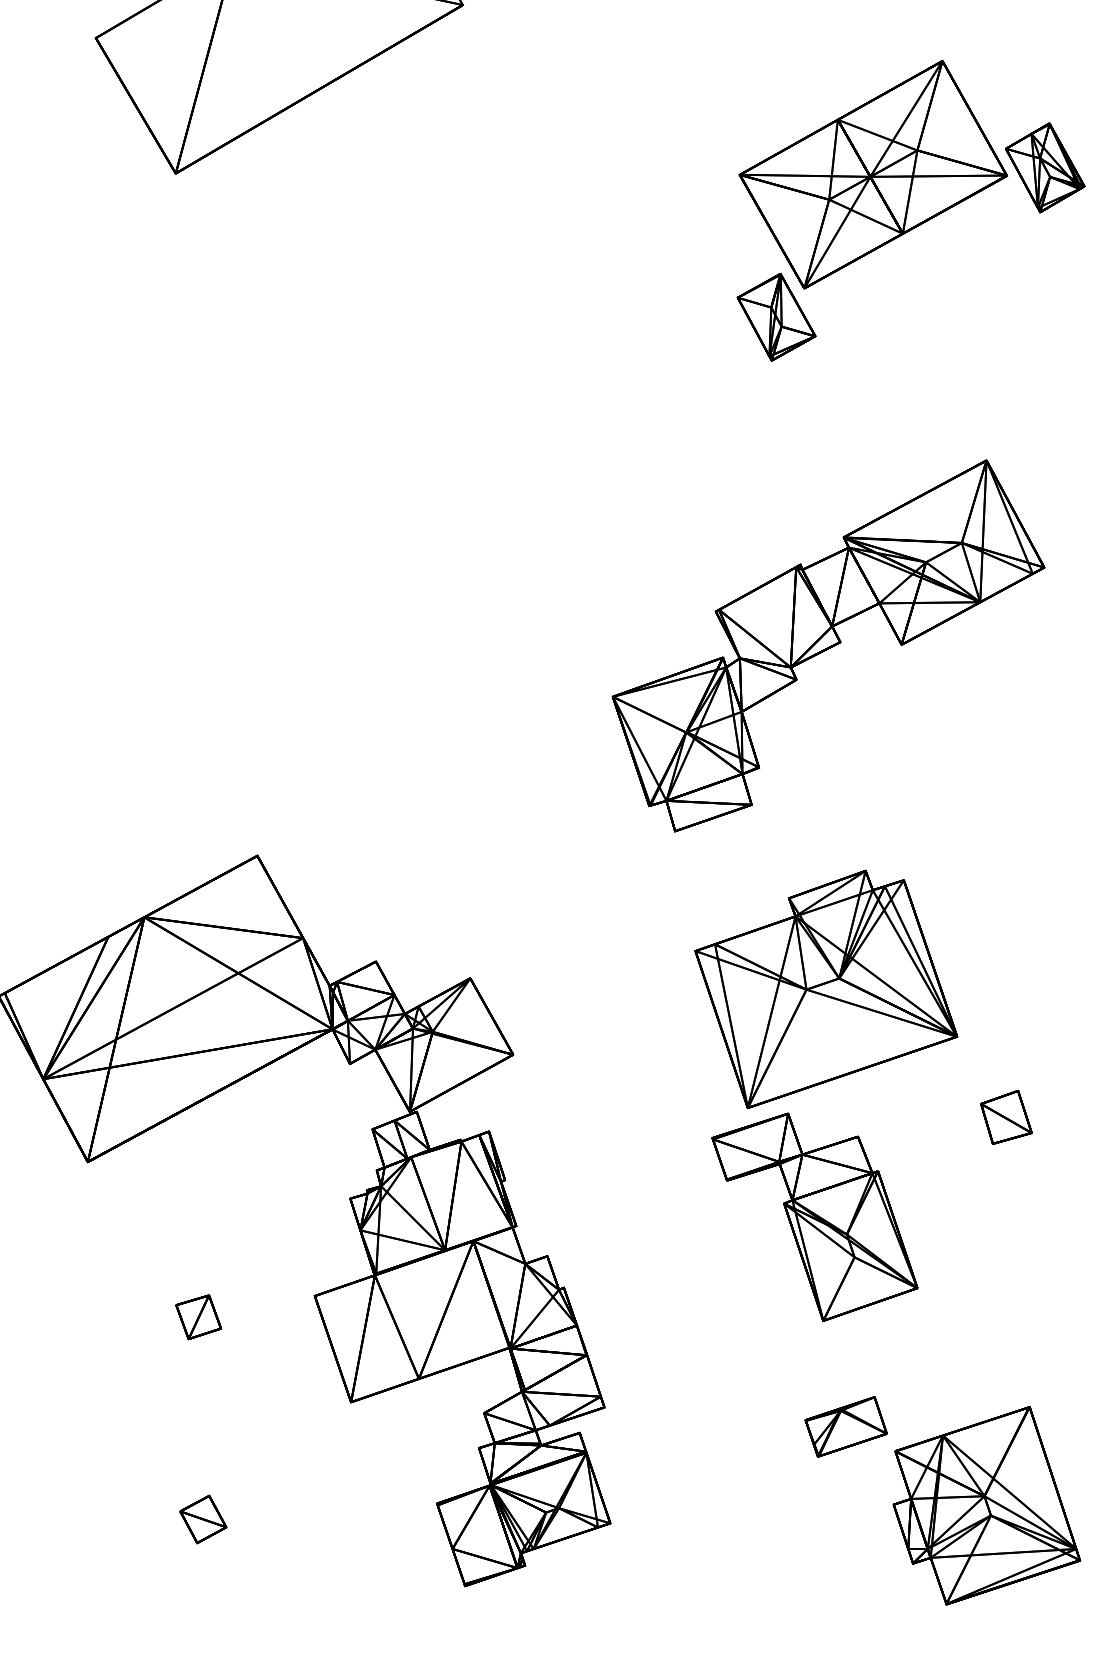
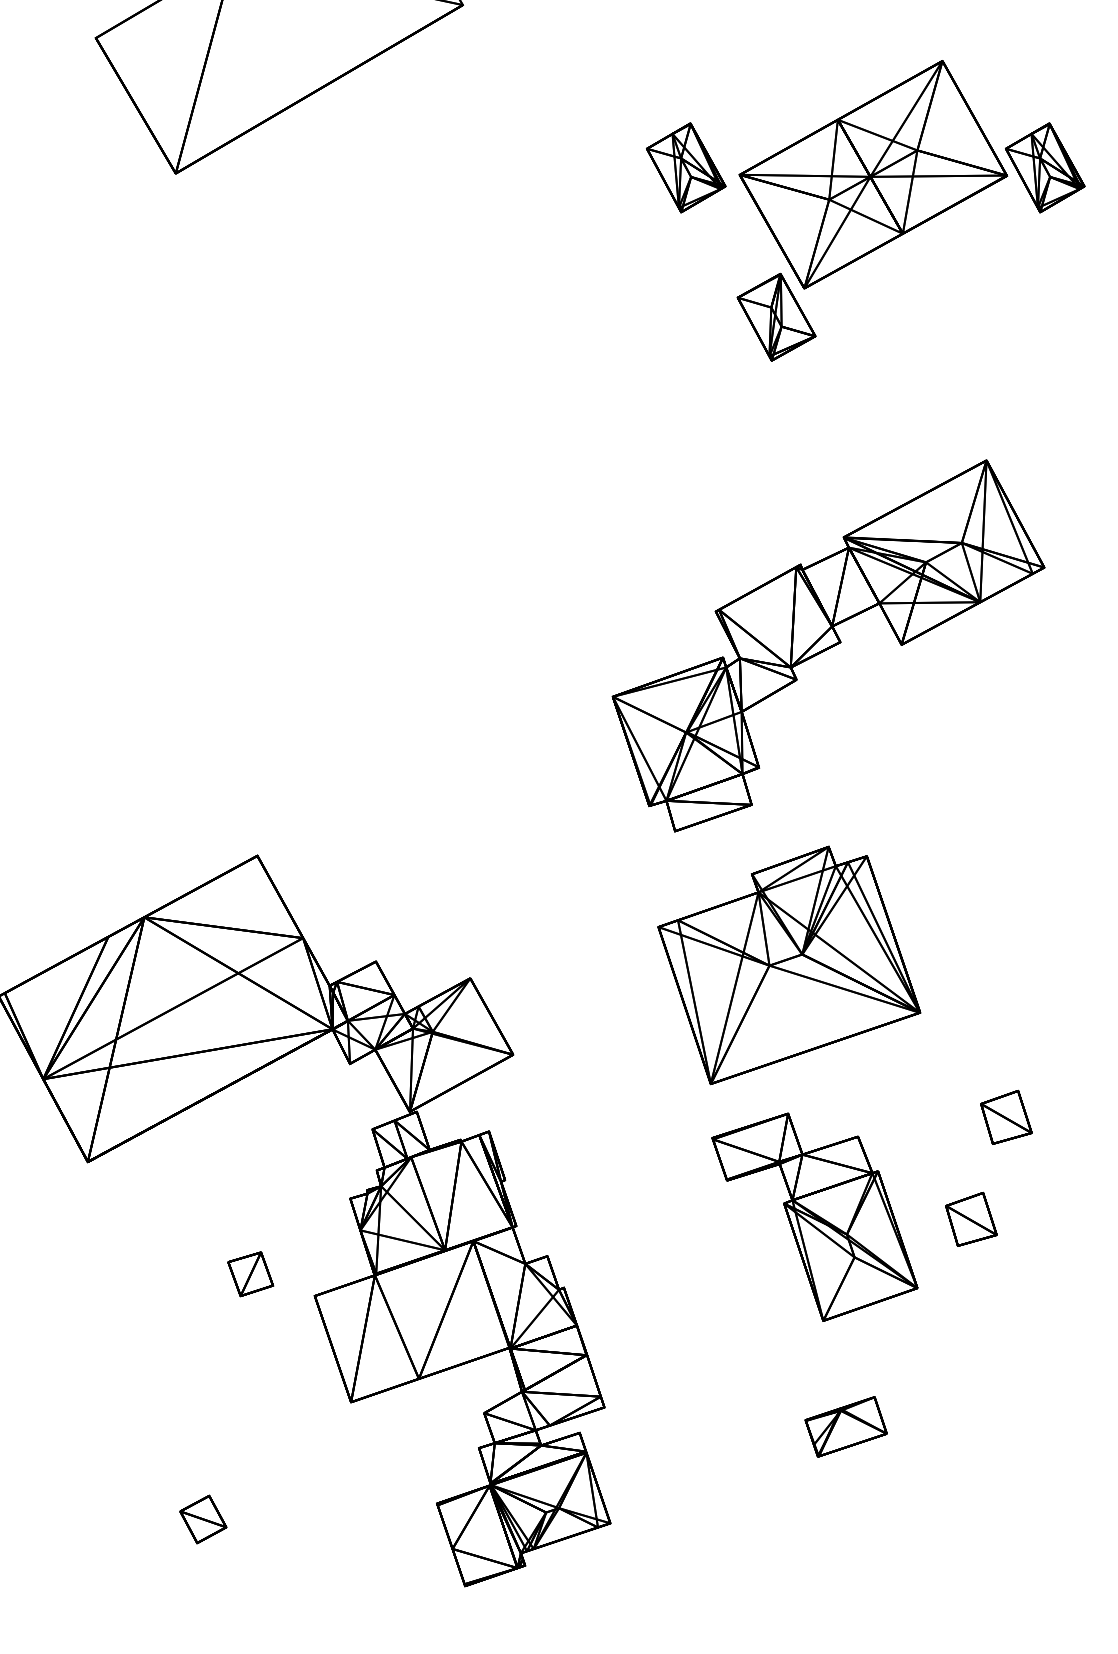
part at (686, 167): none -> present
part at (826, 989) position: (826, 989) -> (789, 965)
part at (971, 1218): none -> present
part at (198, 1317) position: (198, 1317) -> (250, 1274)
part at (986, 1505): present -> none
